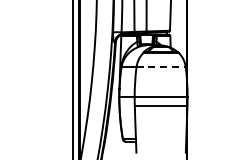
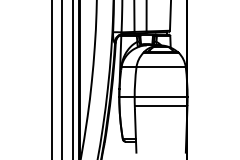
line at (161, 67): dashed -> solid
line at (52, 79): none -> present
line at (61, 79): none -> present
